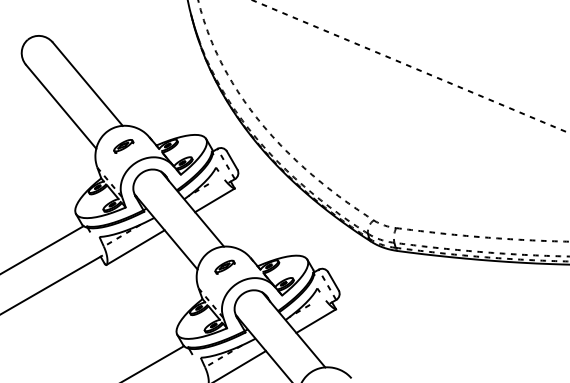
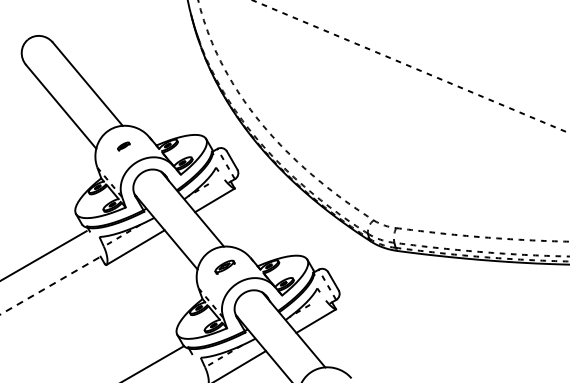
part at (123, 146) size: 22x15 px -> 14x11 px
line at (42, 249) position: (42, 249) -> (44, 255)
line at (51, 284): solid -> dashed
